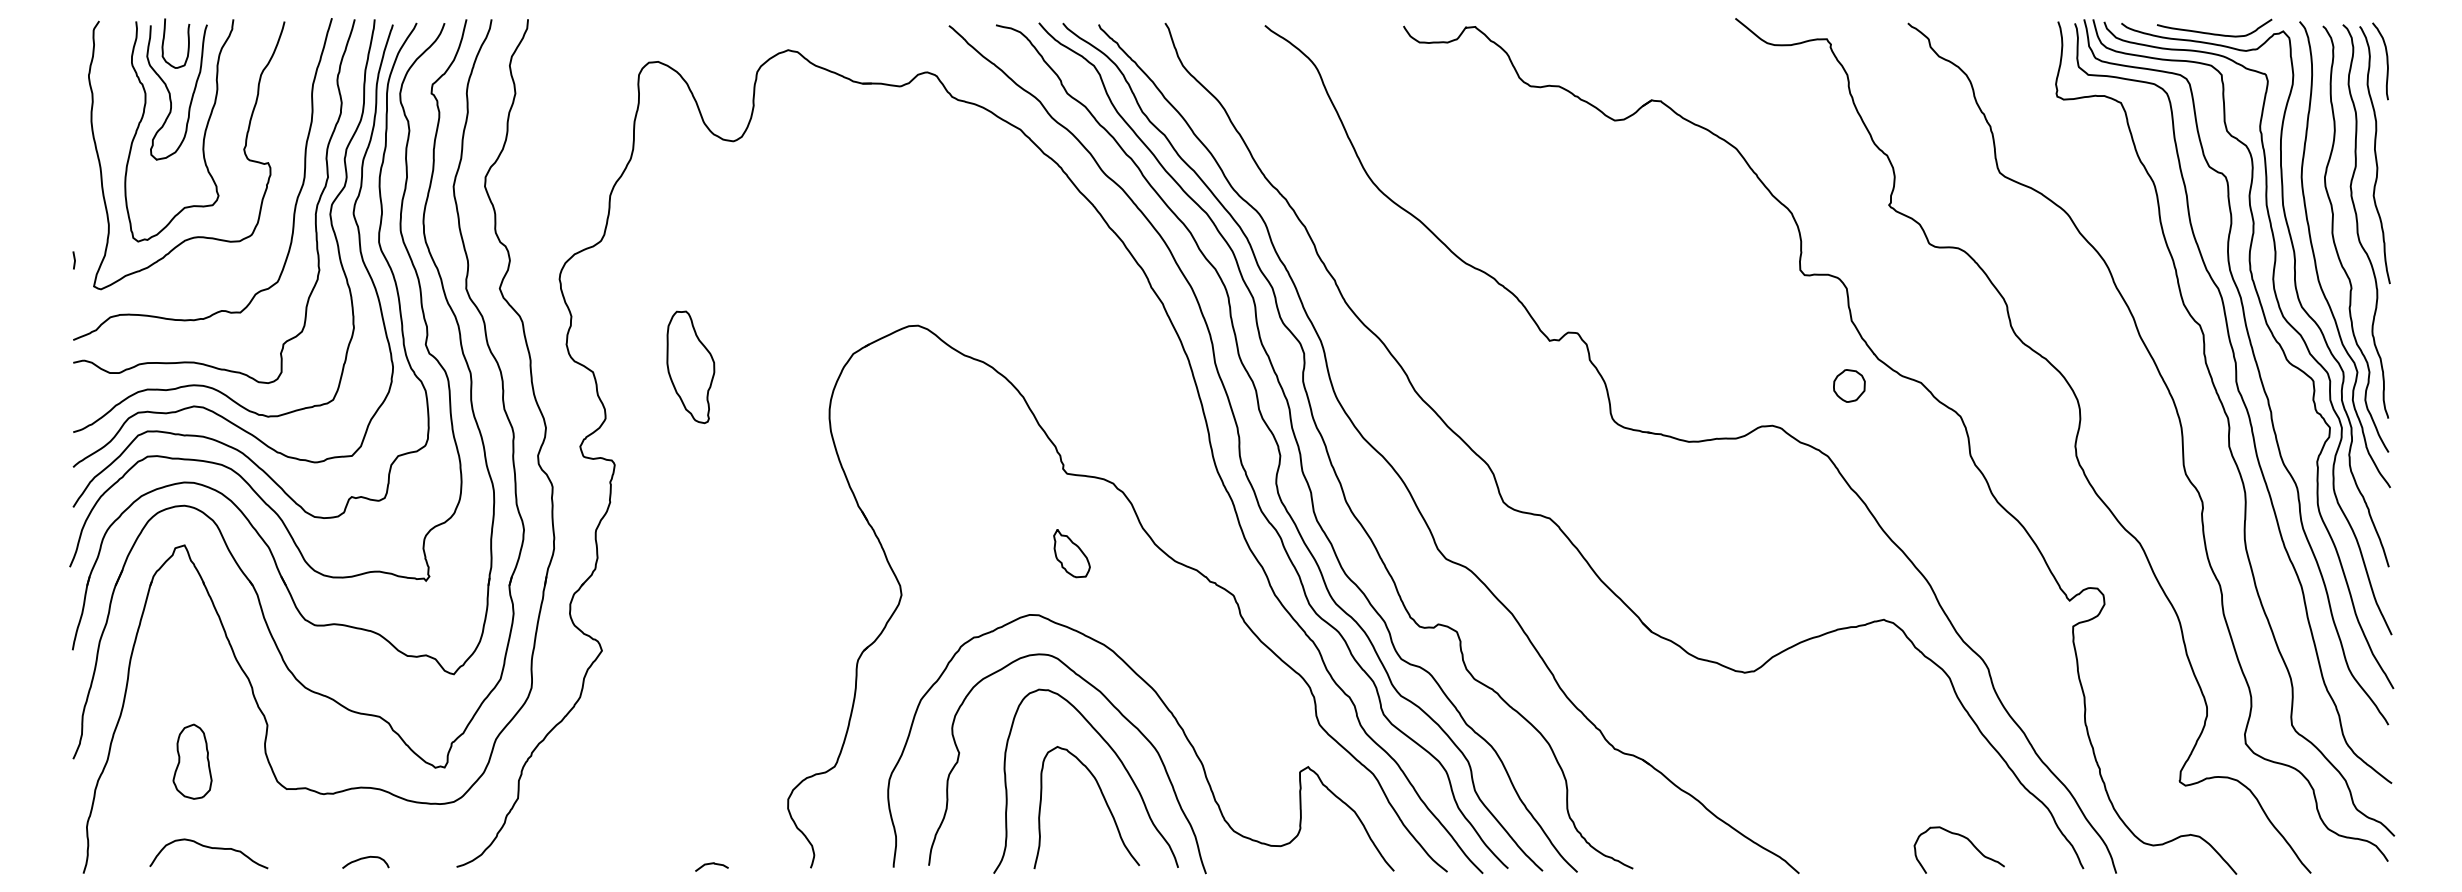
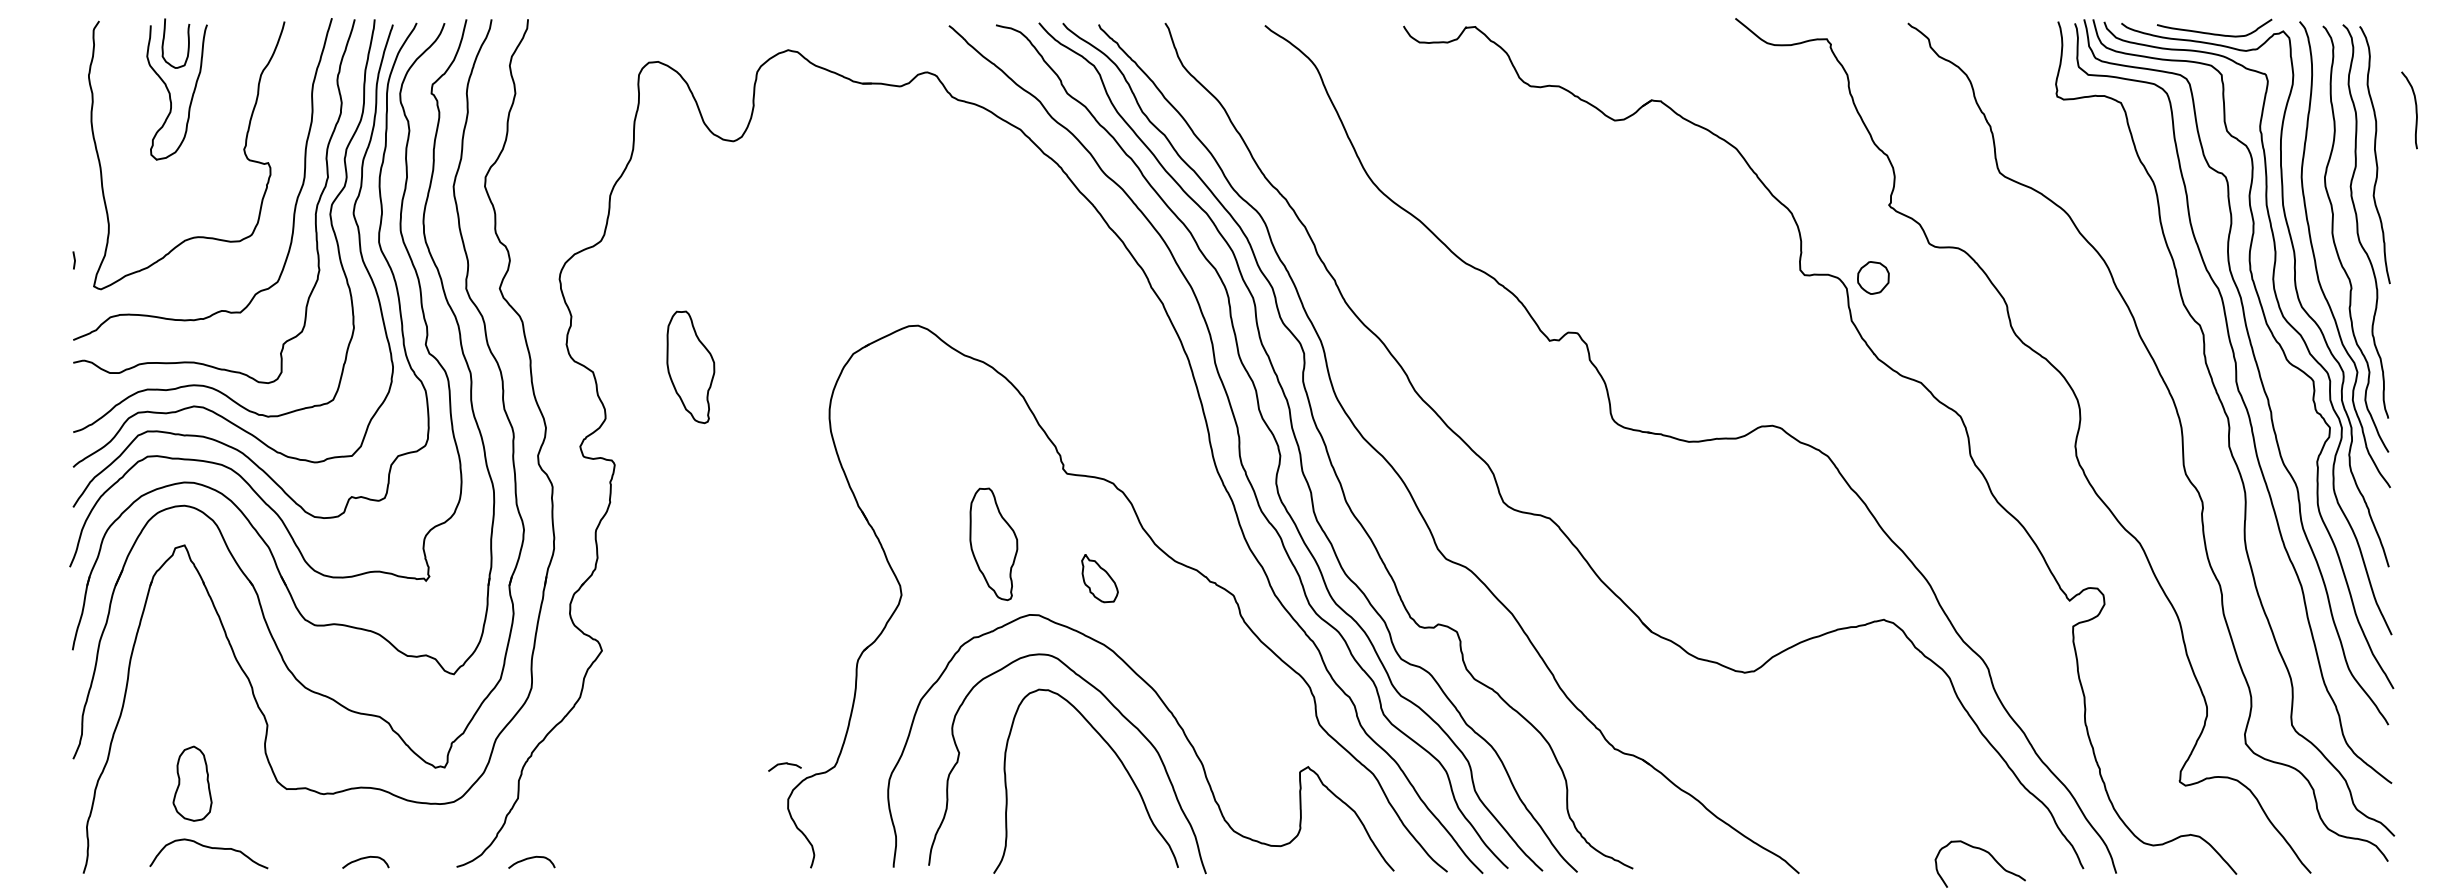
curve at (2386, 61) position: (2386, 61) -> (2415, 110)
curve at (203, 135): present -> none
part at (1849, 385) position: (1849, 385) -> (1873, 277)
part at (993, 544): none -> present
part at (1071, 553) position: (1071, 553) -> (1099, 578)
part at (192, 761) position: (192, 761) -> (192, 783)
curve at (1104, 801): present -> none
curve at (1964, 838) position: (1964, 838) -> (1985, 852)
curve at (529, 859): none -> present
curve at (711, 864) position: (711, 864) -> (784, 764)
